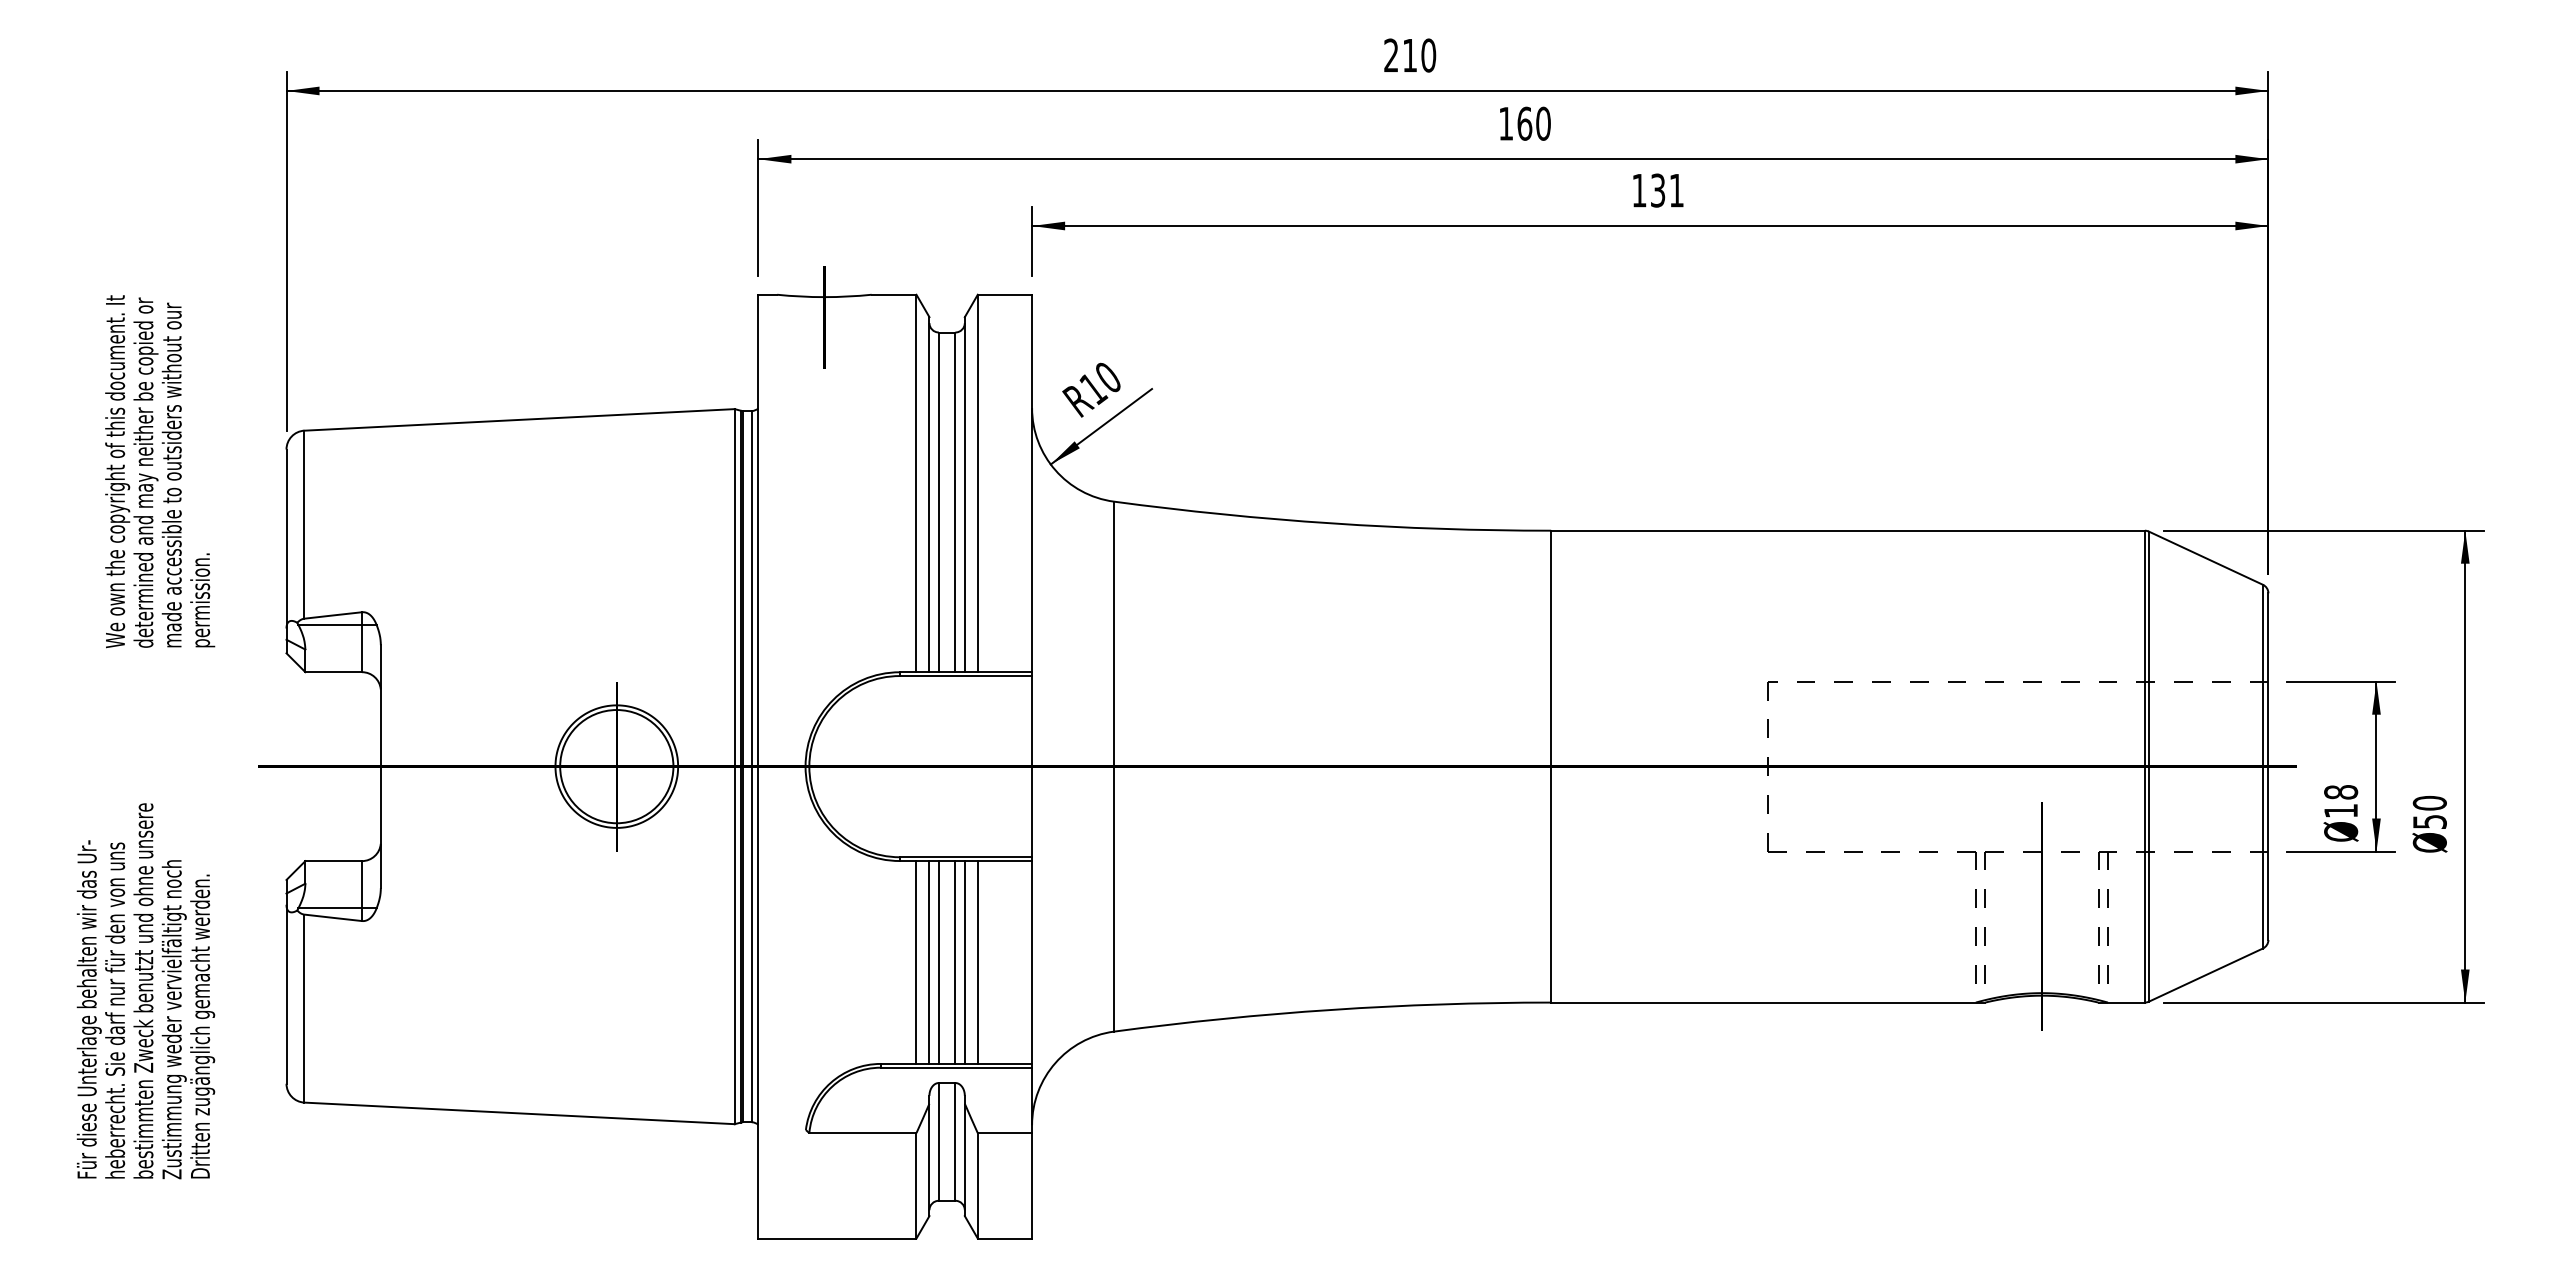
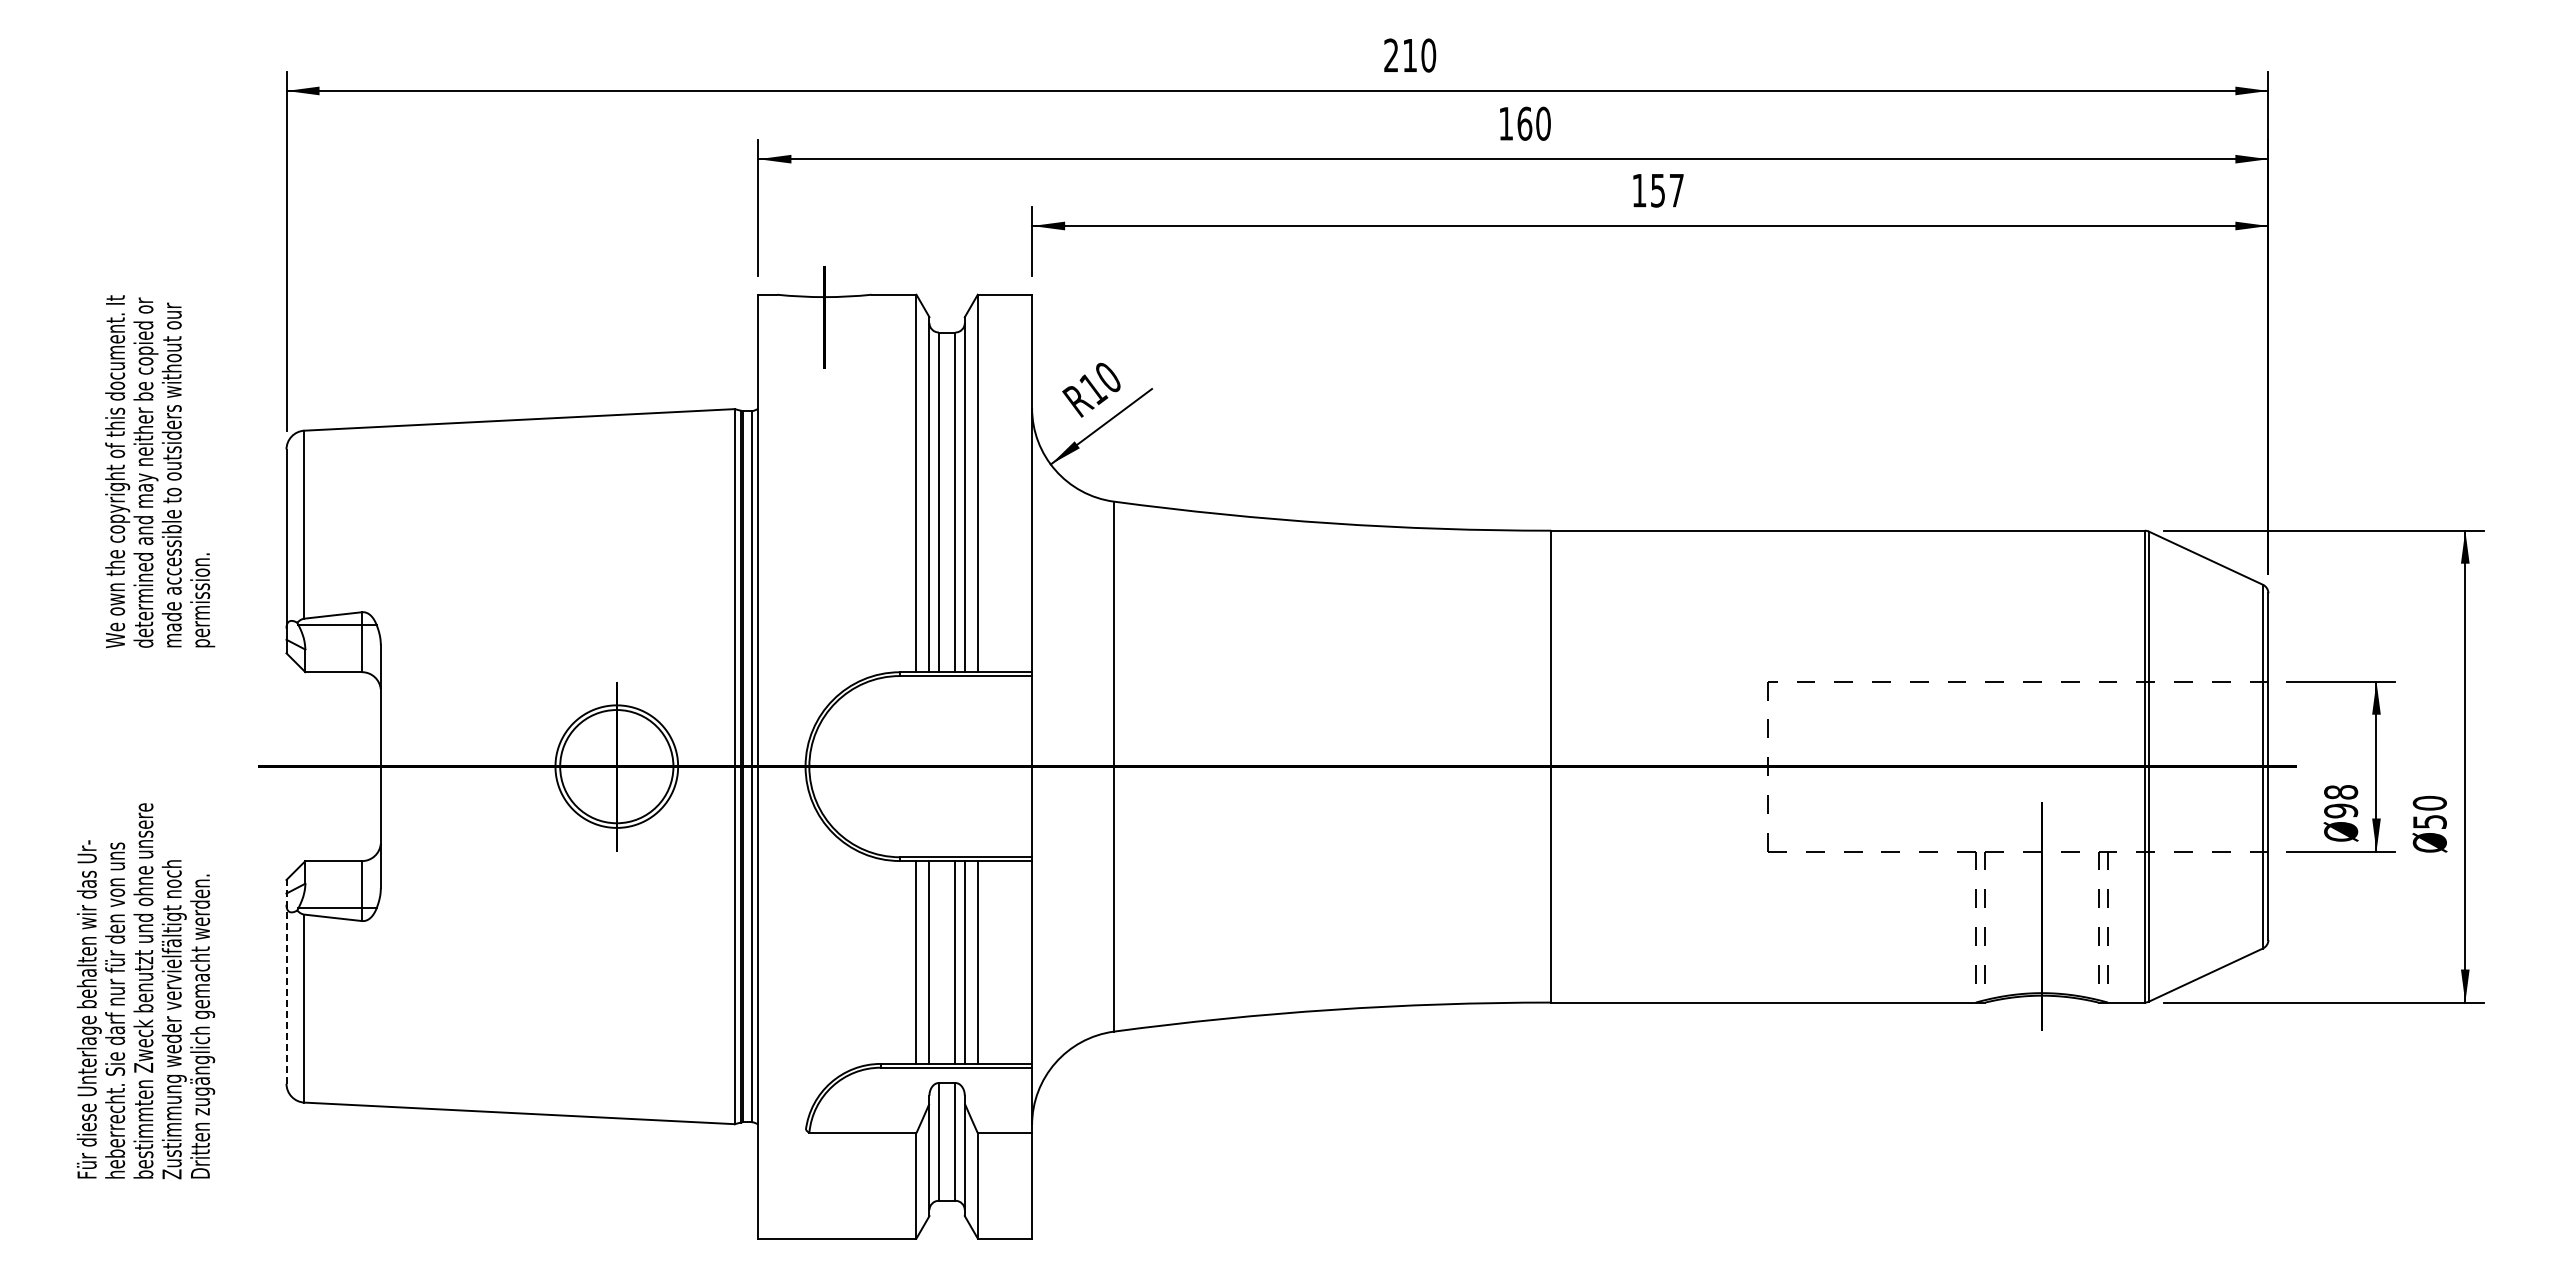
text at (1667, 190): 131 -> 157
text at (2341, 810): 18 -> 98
line at (938, 962): present -> none
line at (286, 981): solid -> dashed
